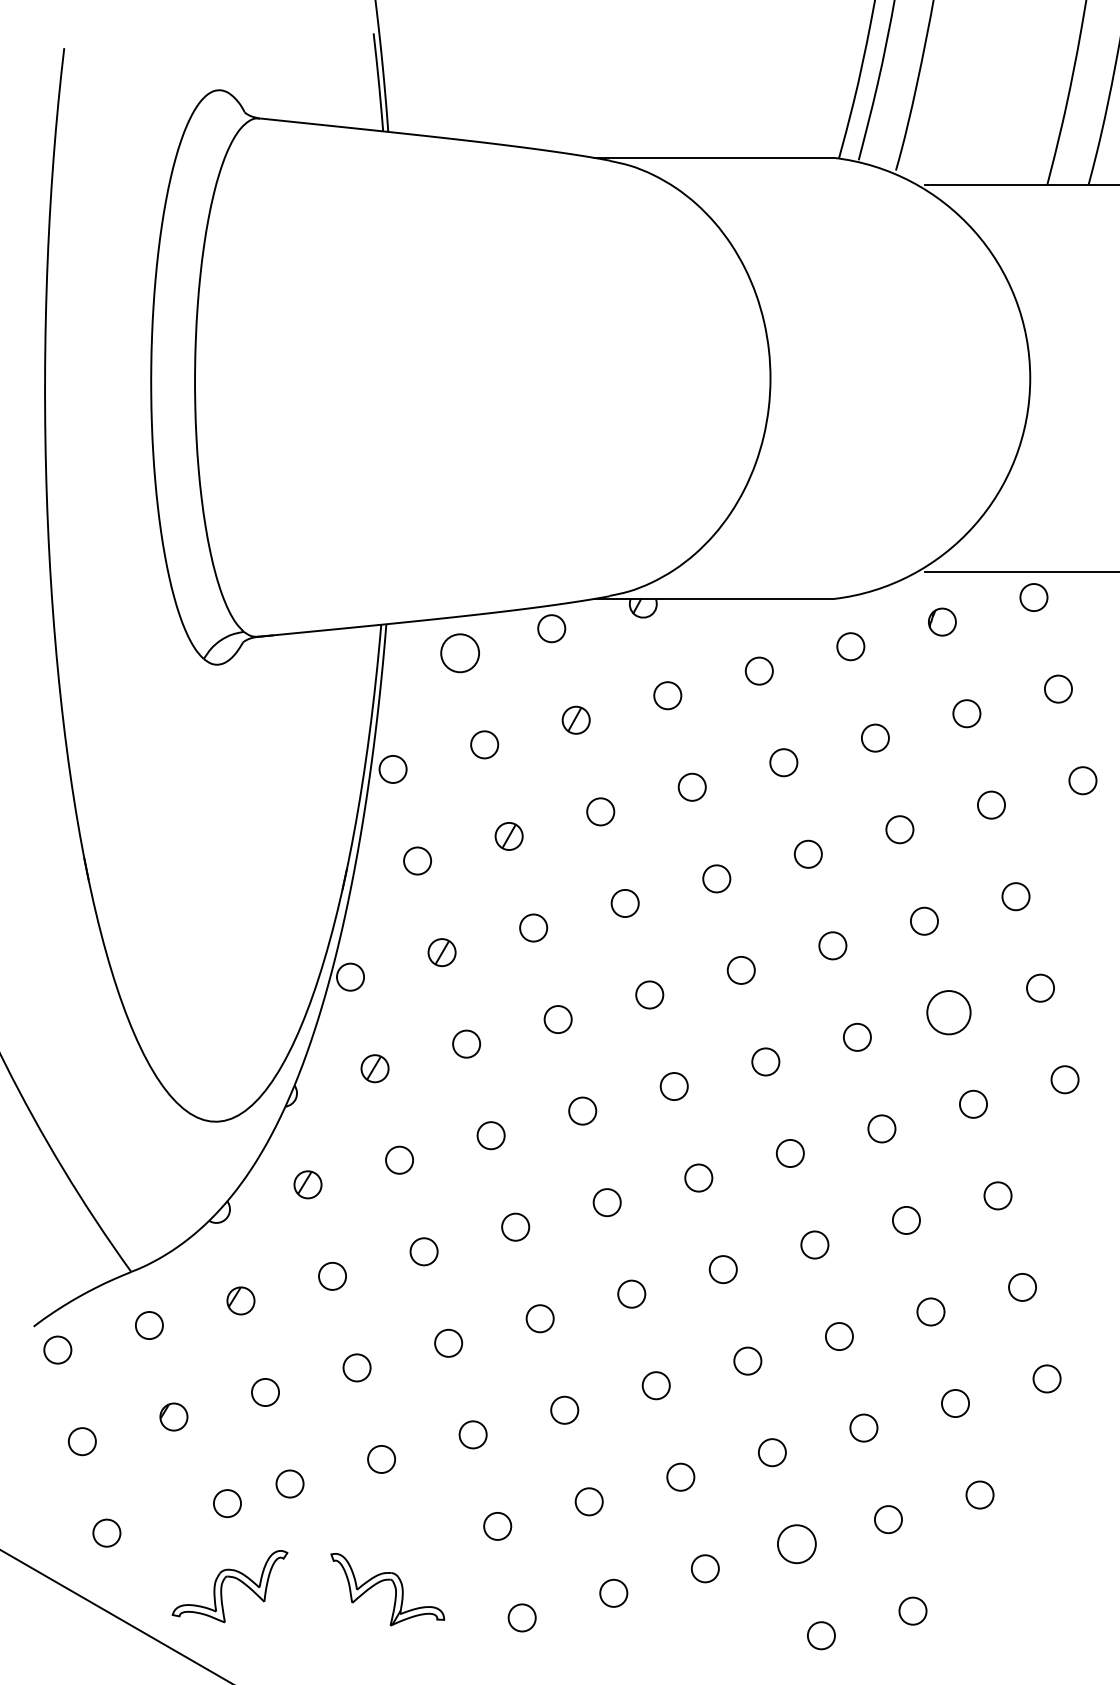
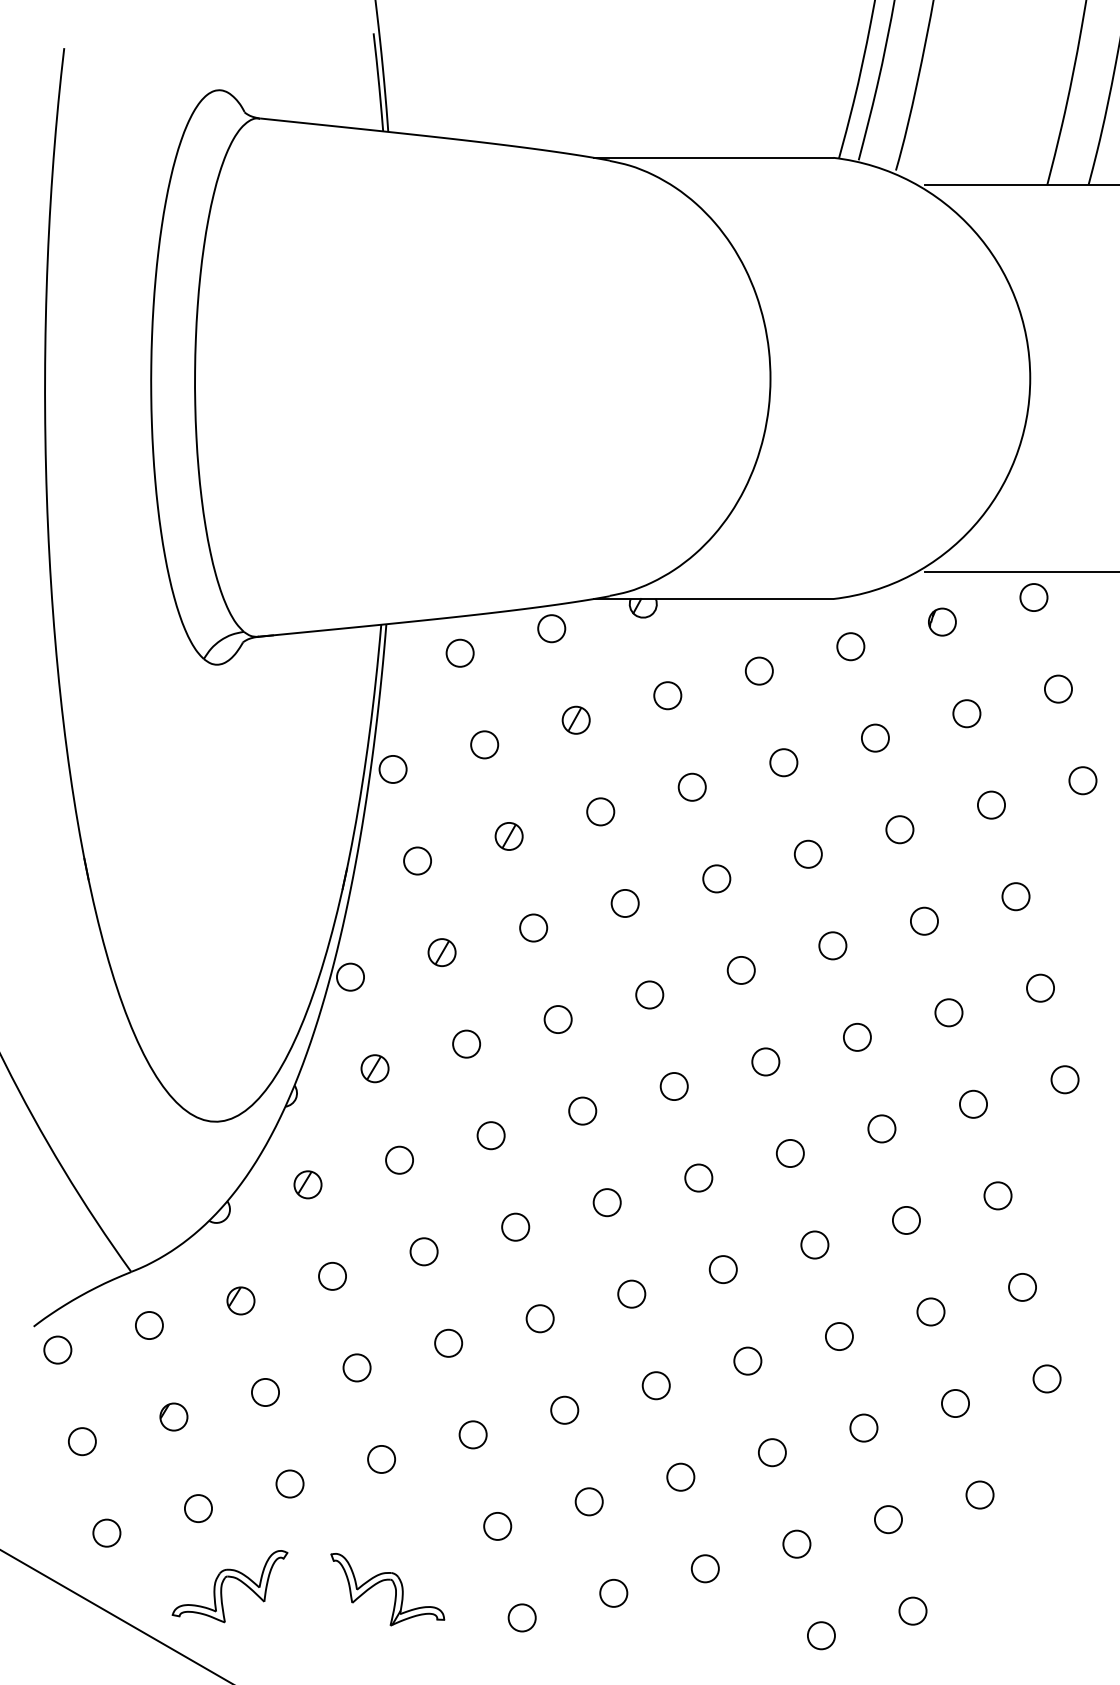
circle at (460, 653) diameter: 38 px -> 27 px
circle at (948, 1012) size: 46x46 px -> 30x30 px
circle at (227, 1503) position: (227, 1503) -> (198, 1508)
circle at (796, 1544) diameter: 38 px -> 27 px
